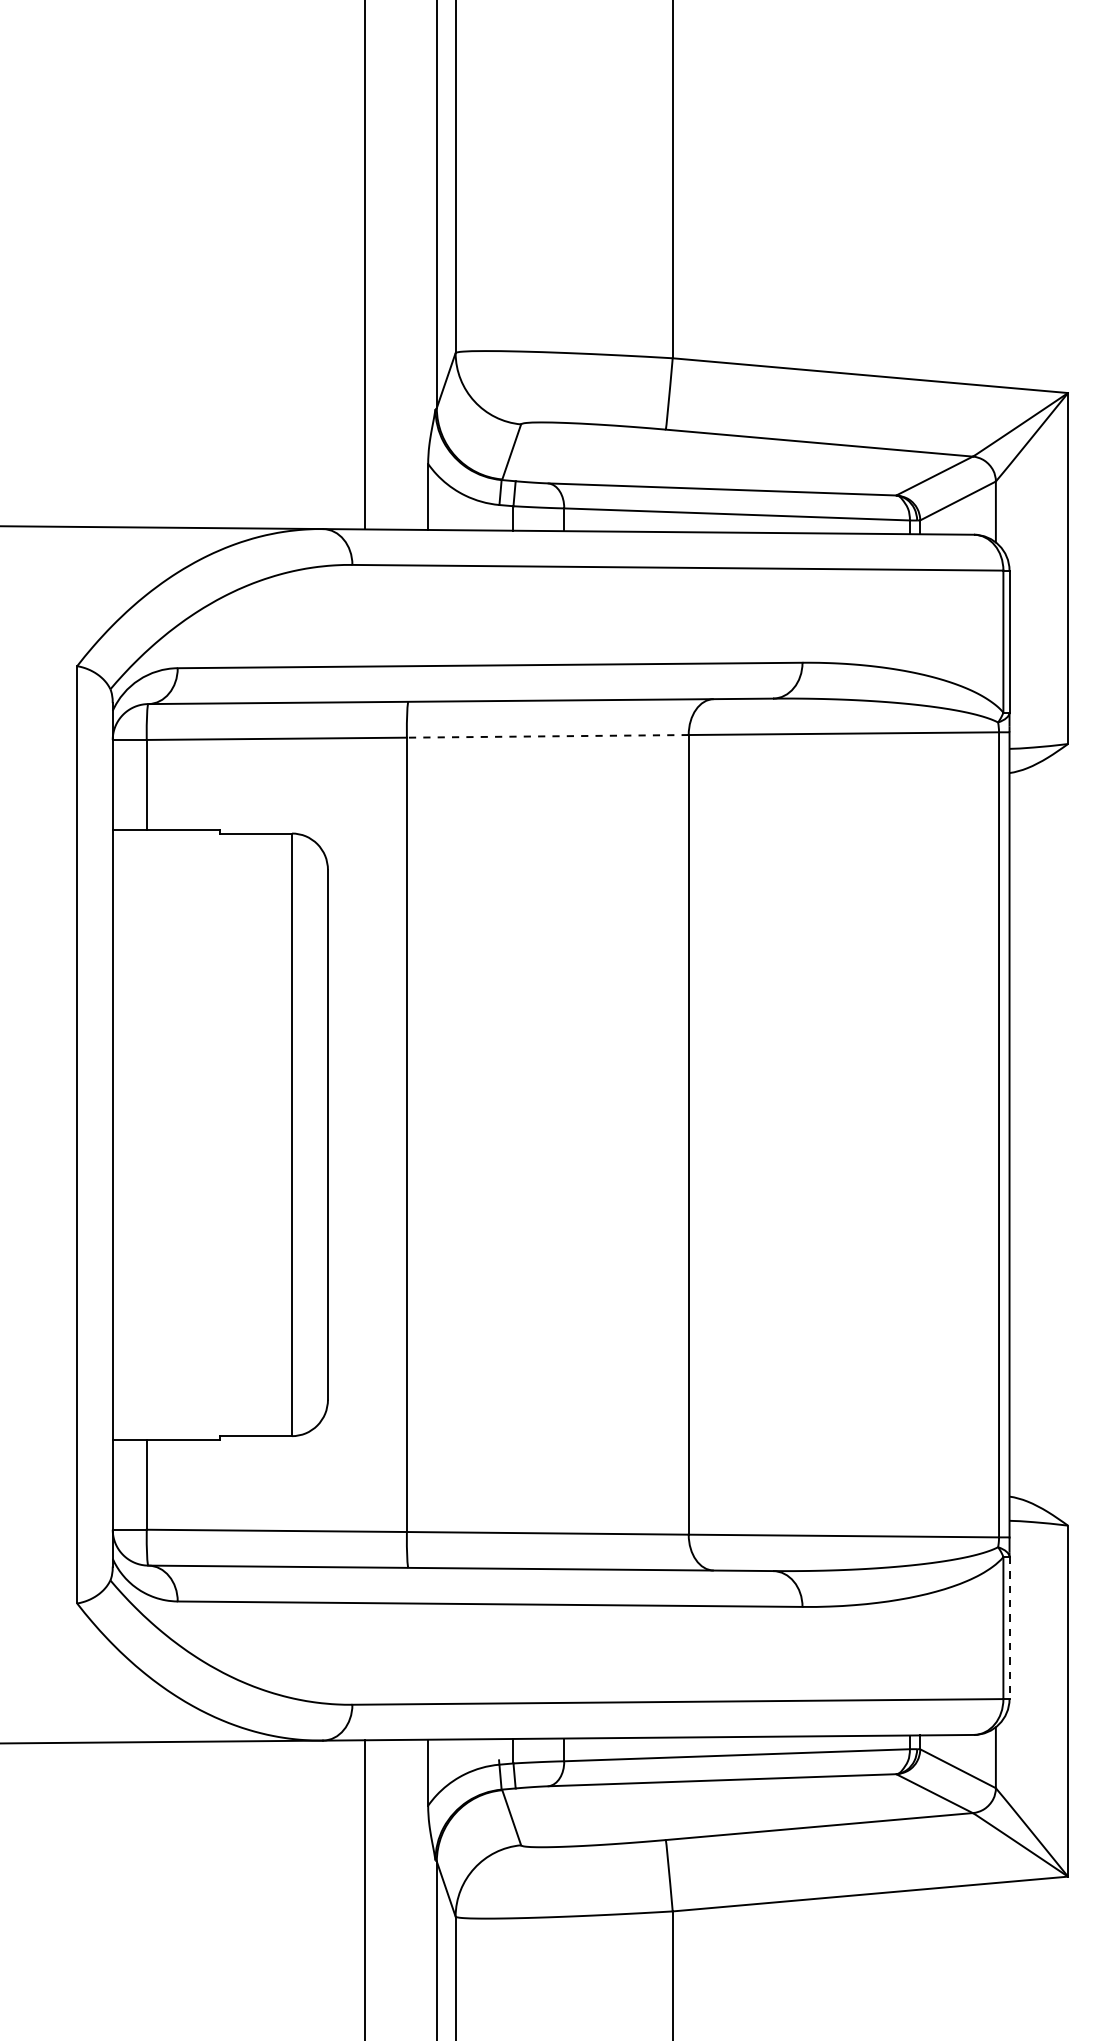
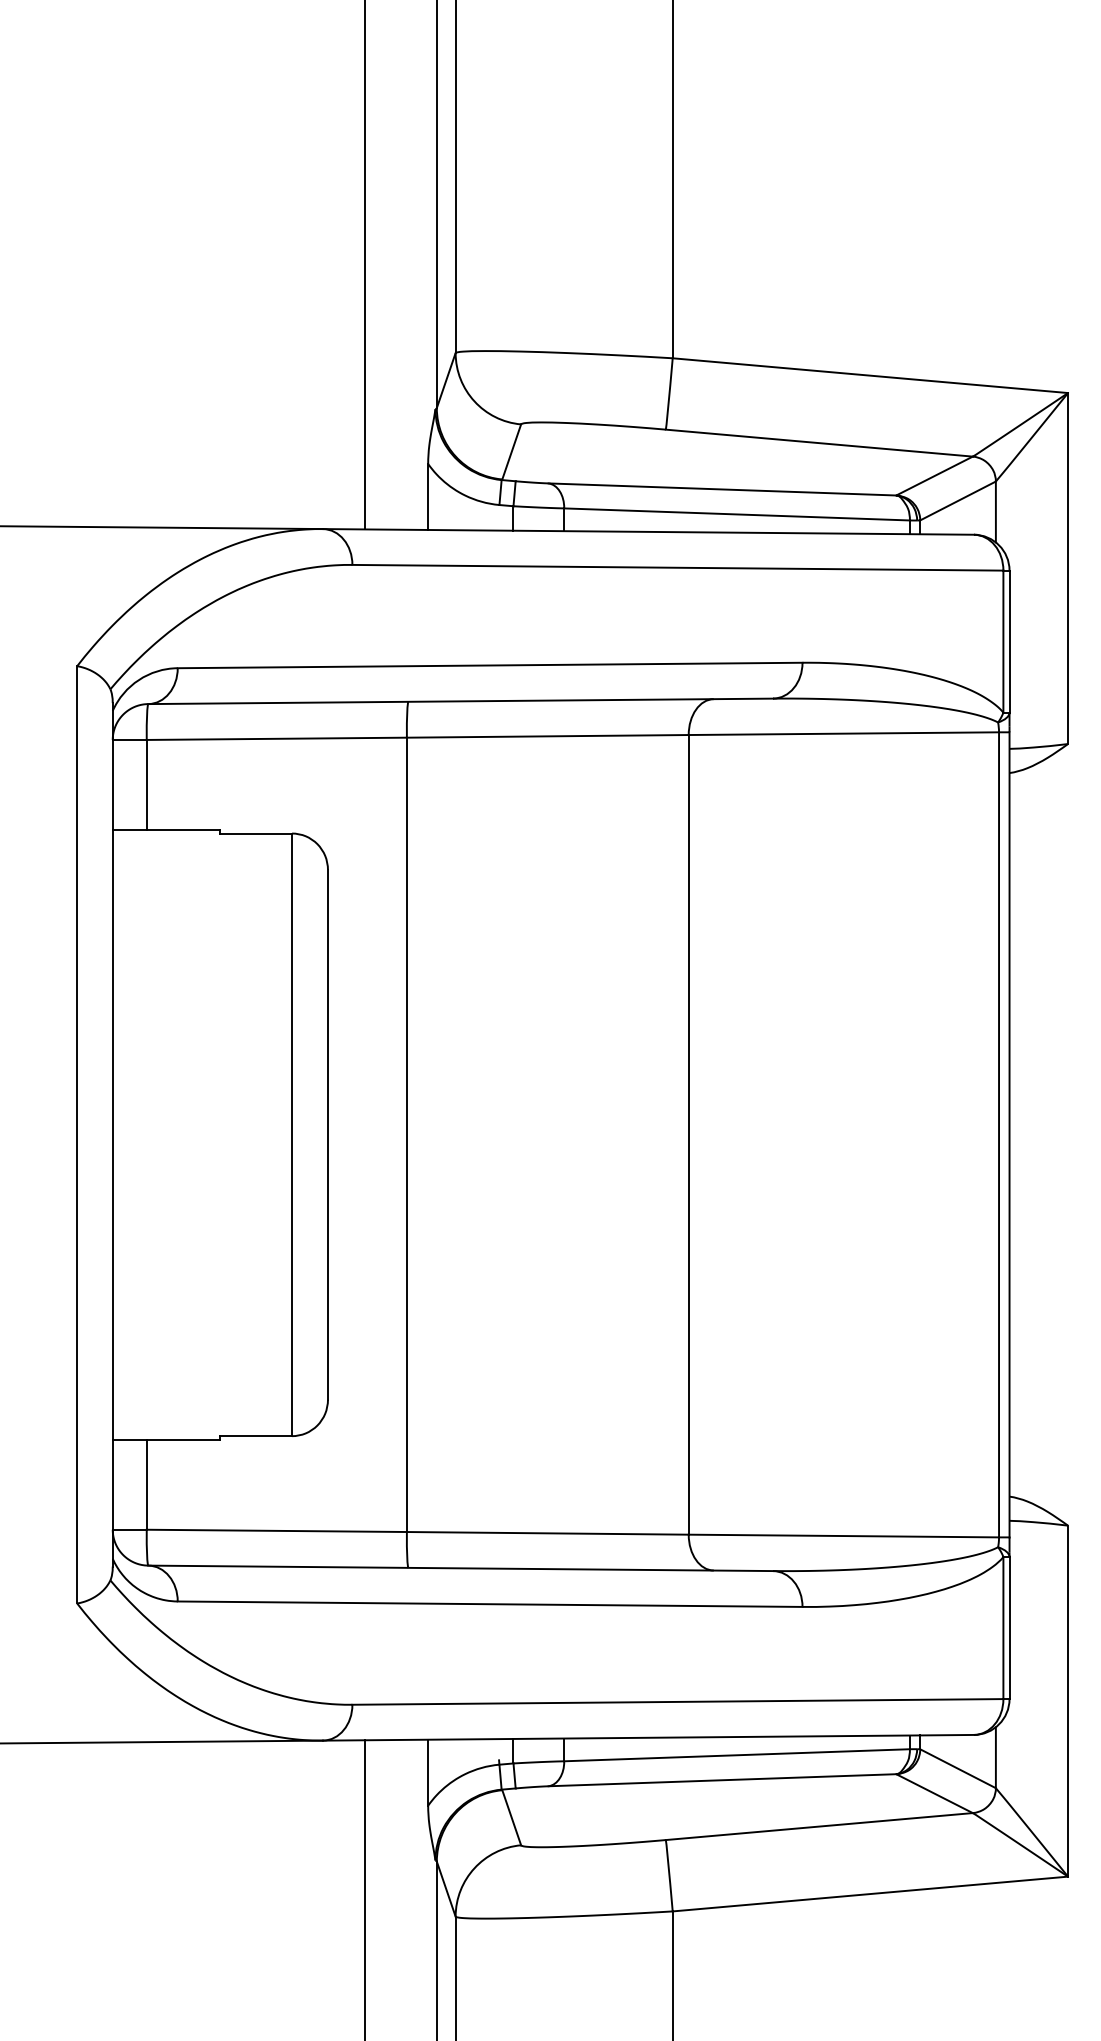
line at (547, 736): dashed -> solid
line at (1009, 1628): dashed -> solid
